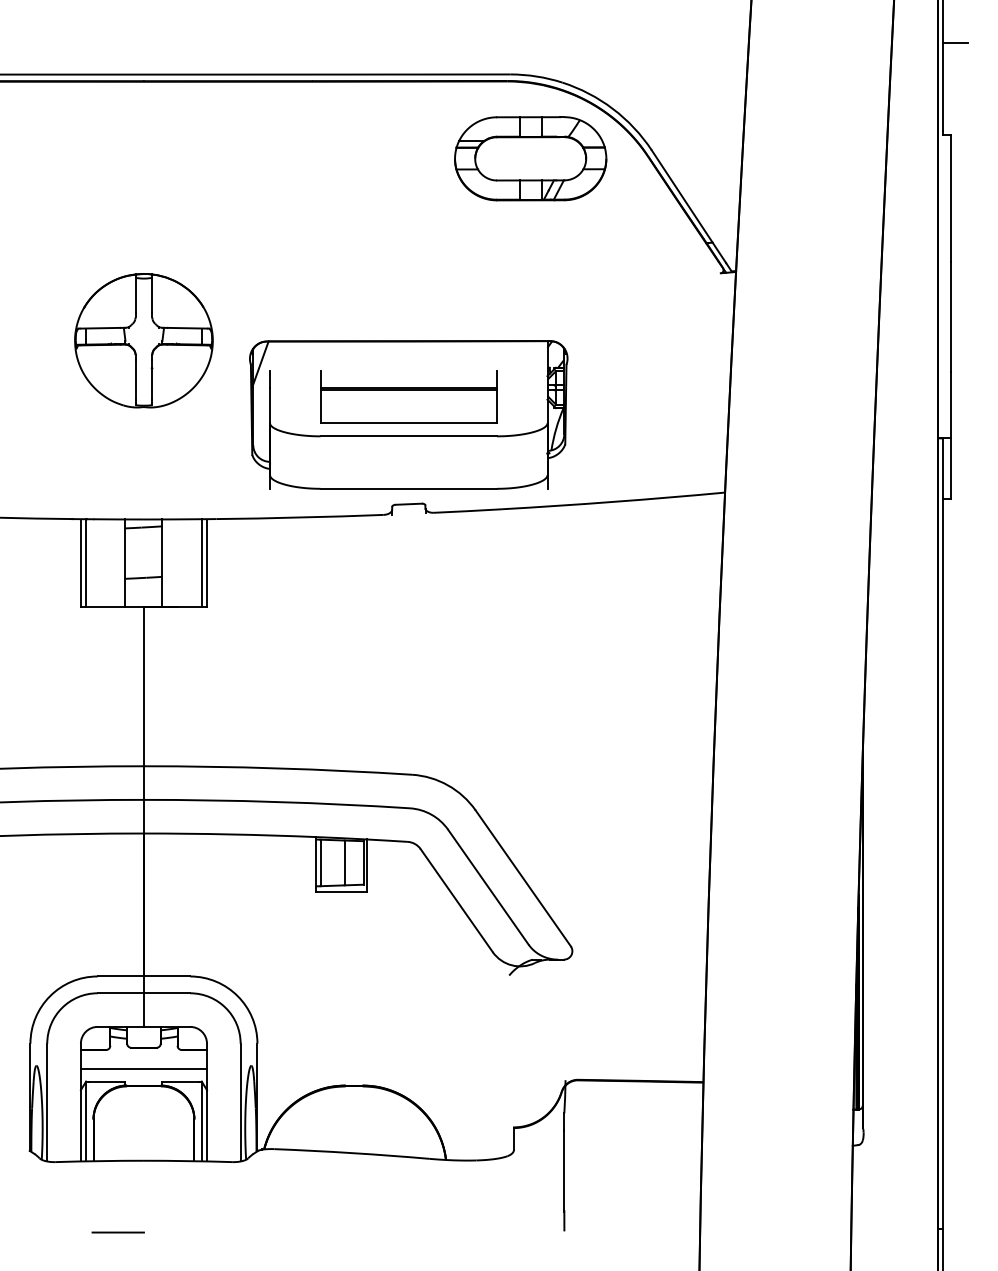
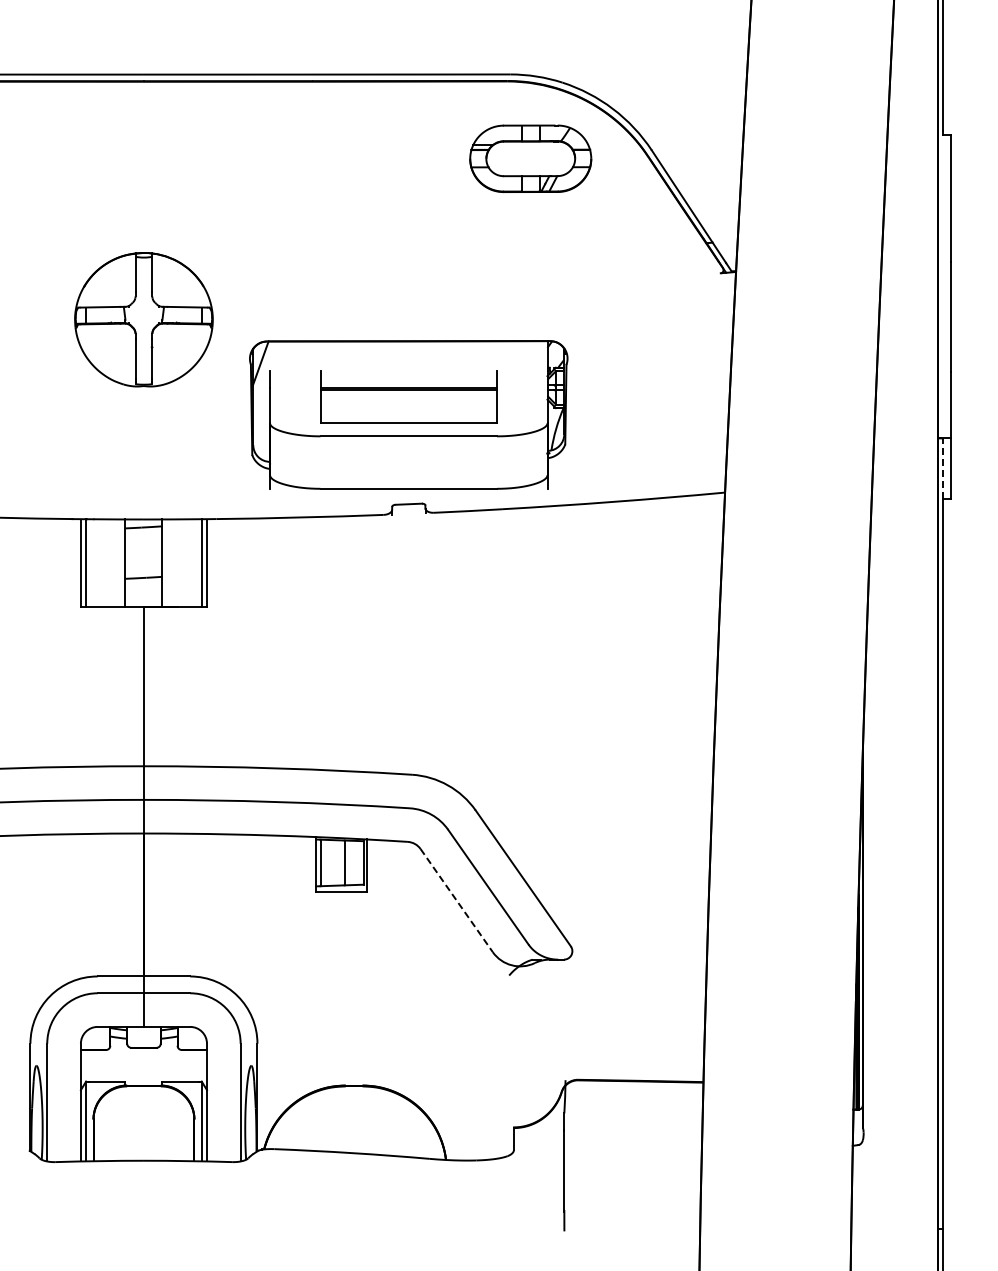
line at (954, 43): present -> none
part at (530, 158) size: 154x86 px -> 124x69 px
part at (143, 340) position: (143, 340) -> (143, 319)
line at (942, 468): solid -> dashed
line at (456, 900): solid -> dashed
line at (143, 1068): present -> none
line at (117, 1232): present -> none
